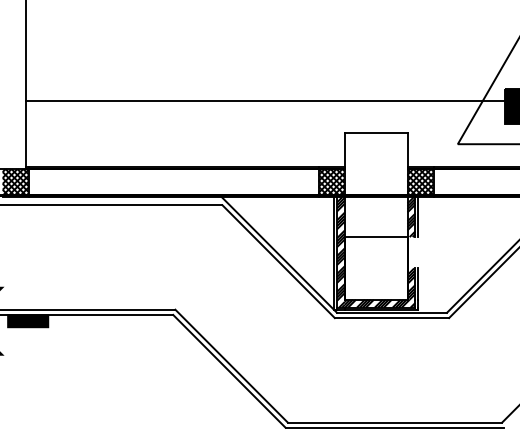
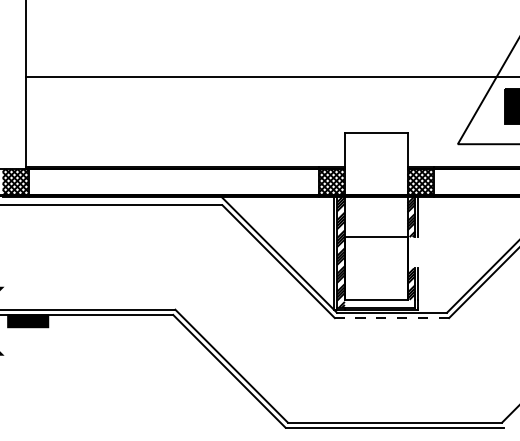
line at (271, 101) position: (271, 101) -> (271, 77)
hatch at (379, 303): present -> none
line at (391, 318): solid -> dashed
